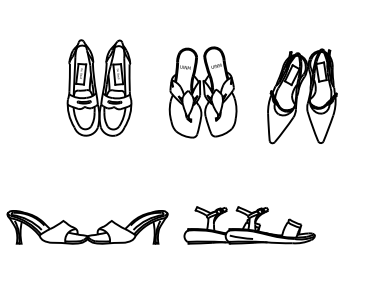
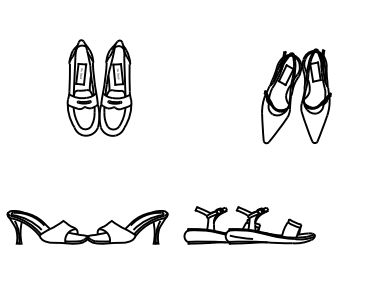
part at (202, 92): present -> none
part at (302, 96) position: (302, 96) -> (296, 96)
